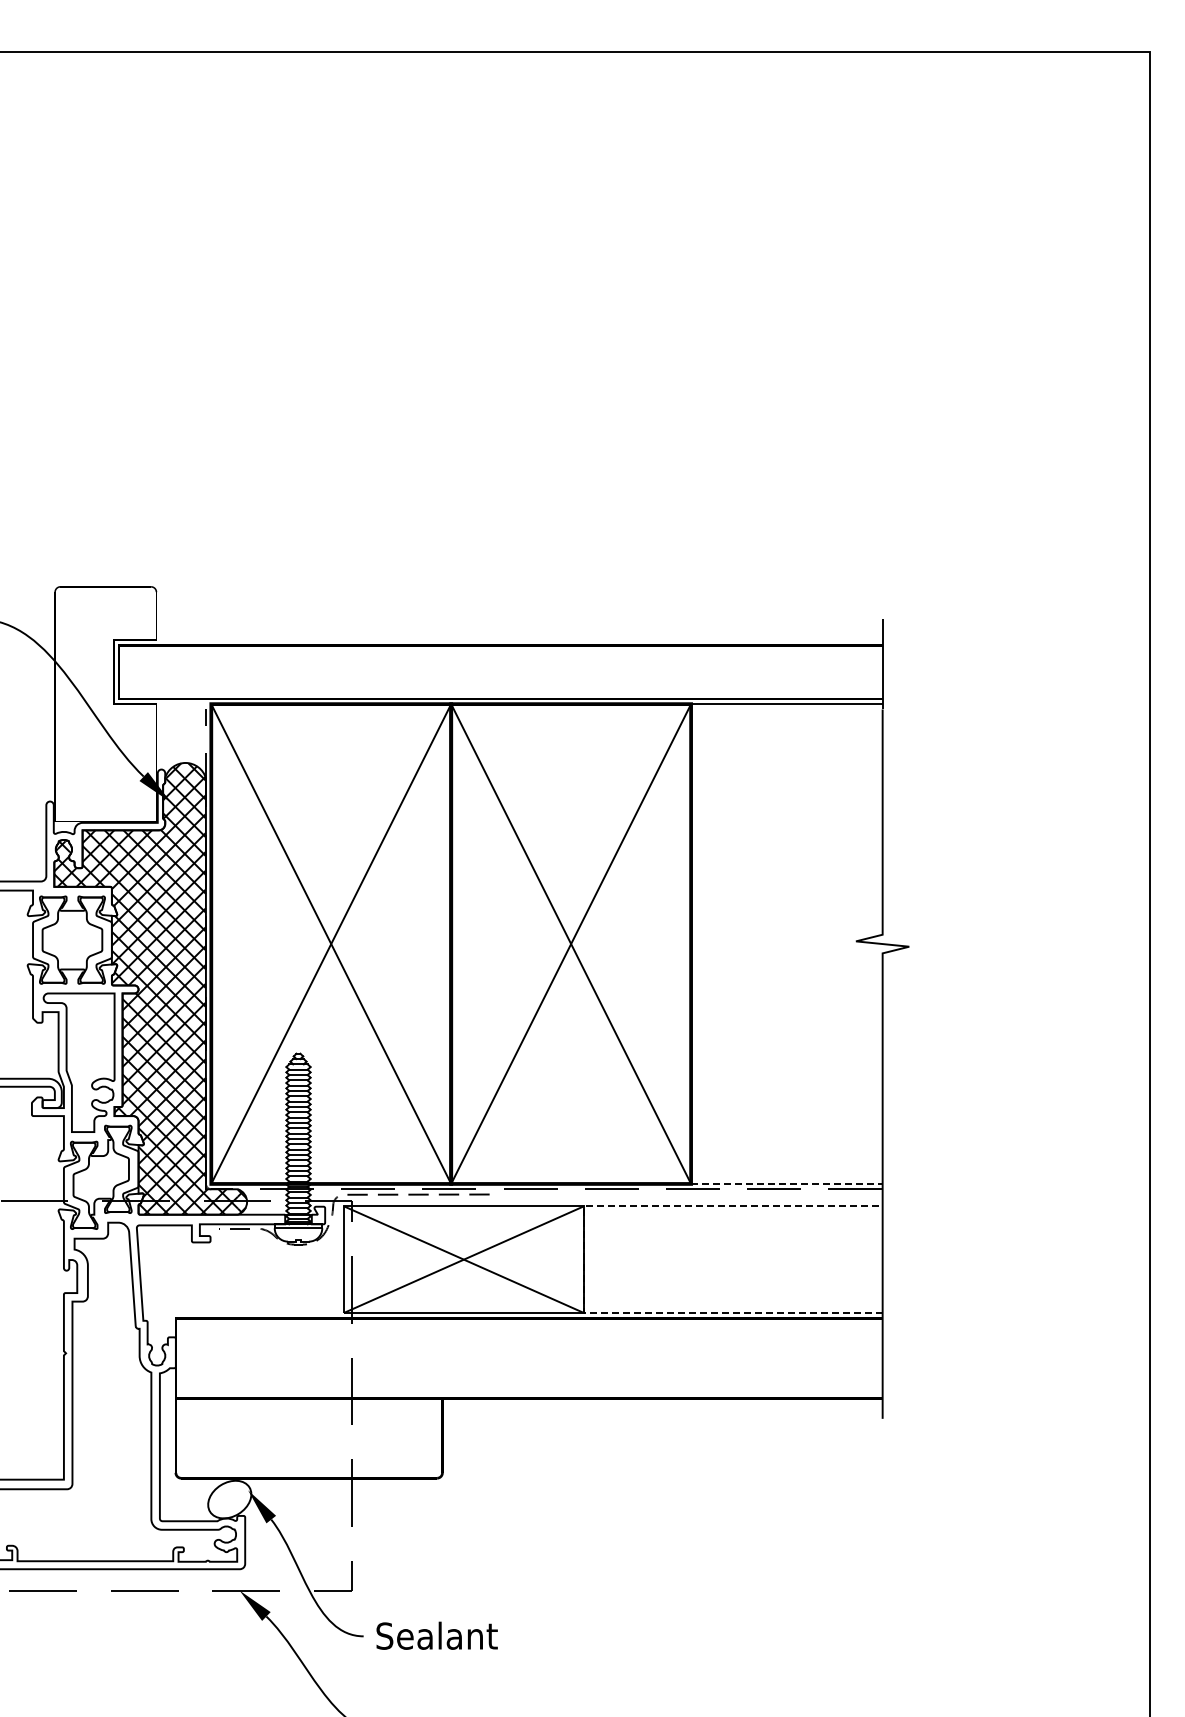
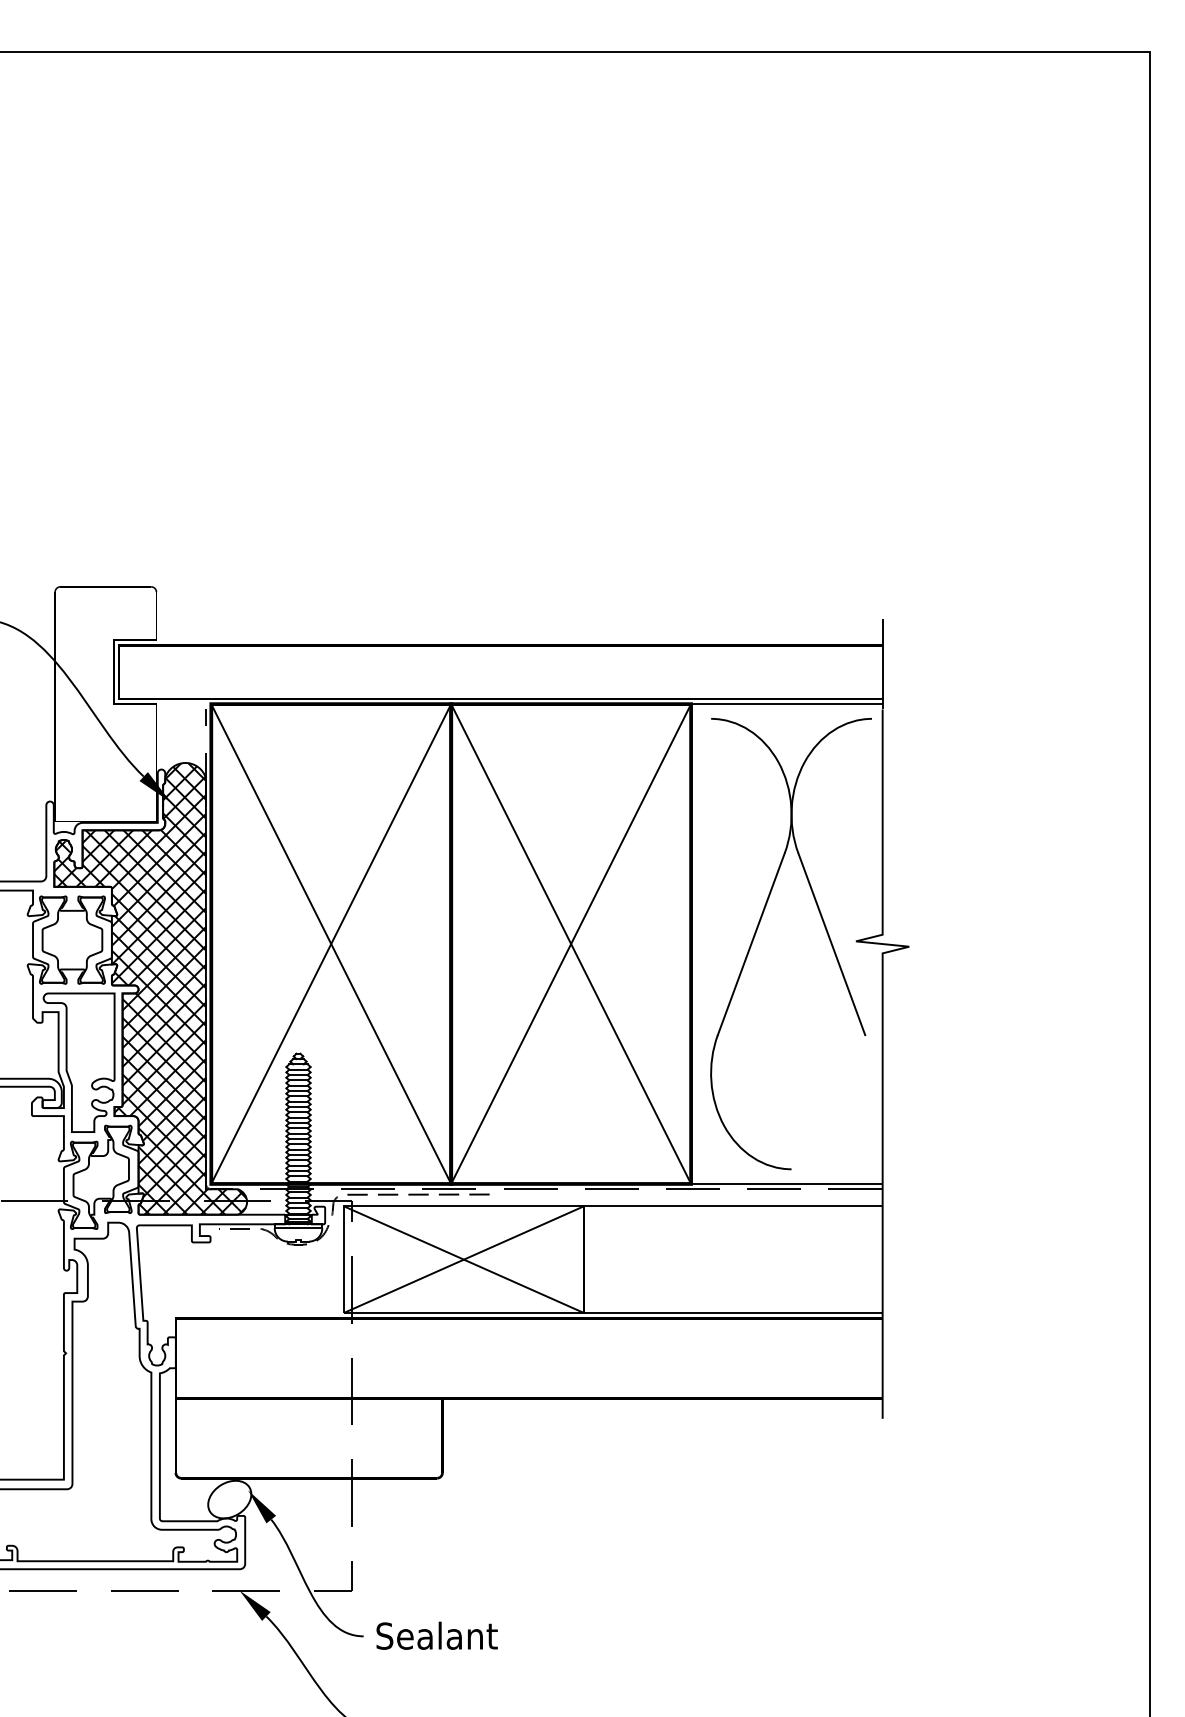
part at (756, 933): none -> present
line at (786, 1183): dashed -> solid
line at (583, 1259): dashed -> solid
